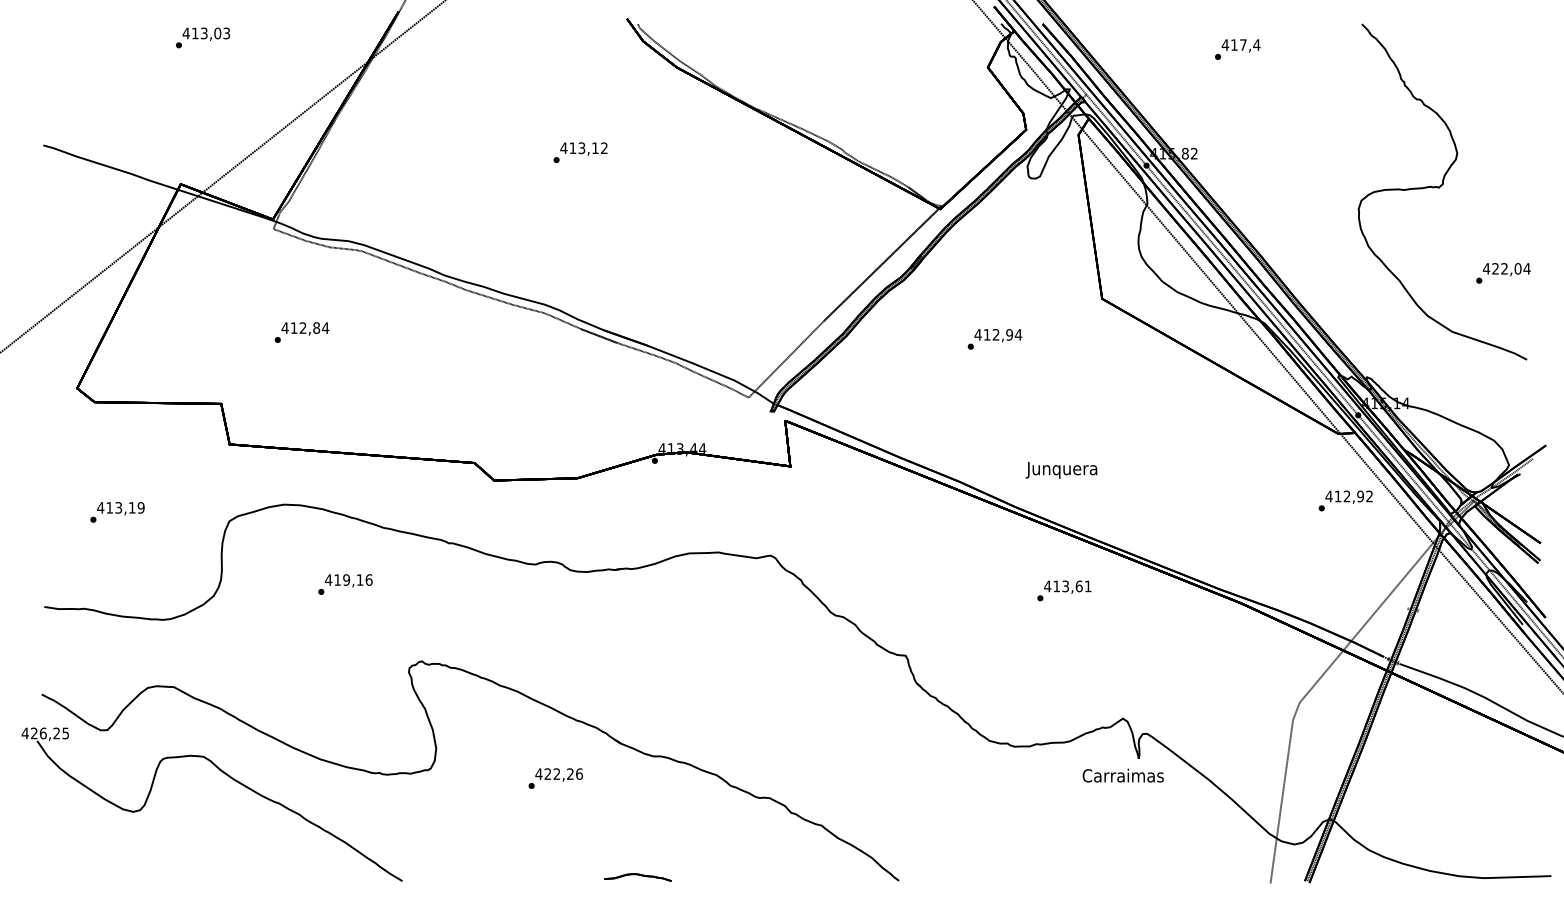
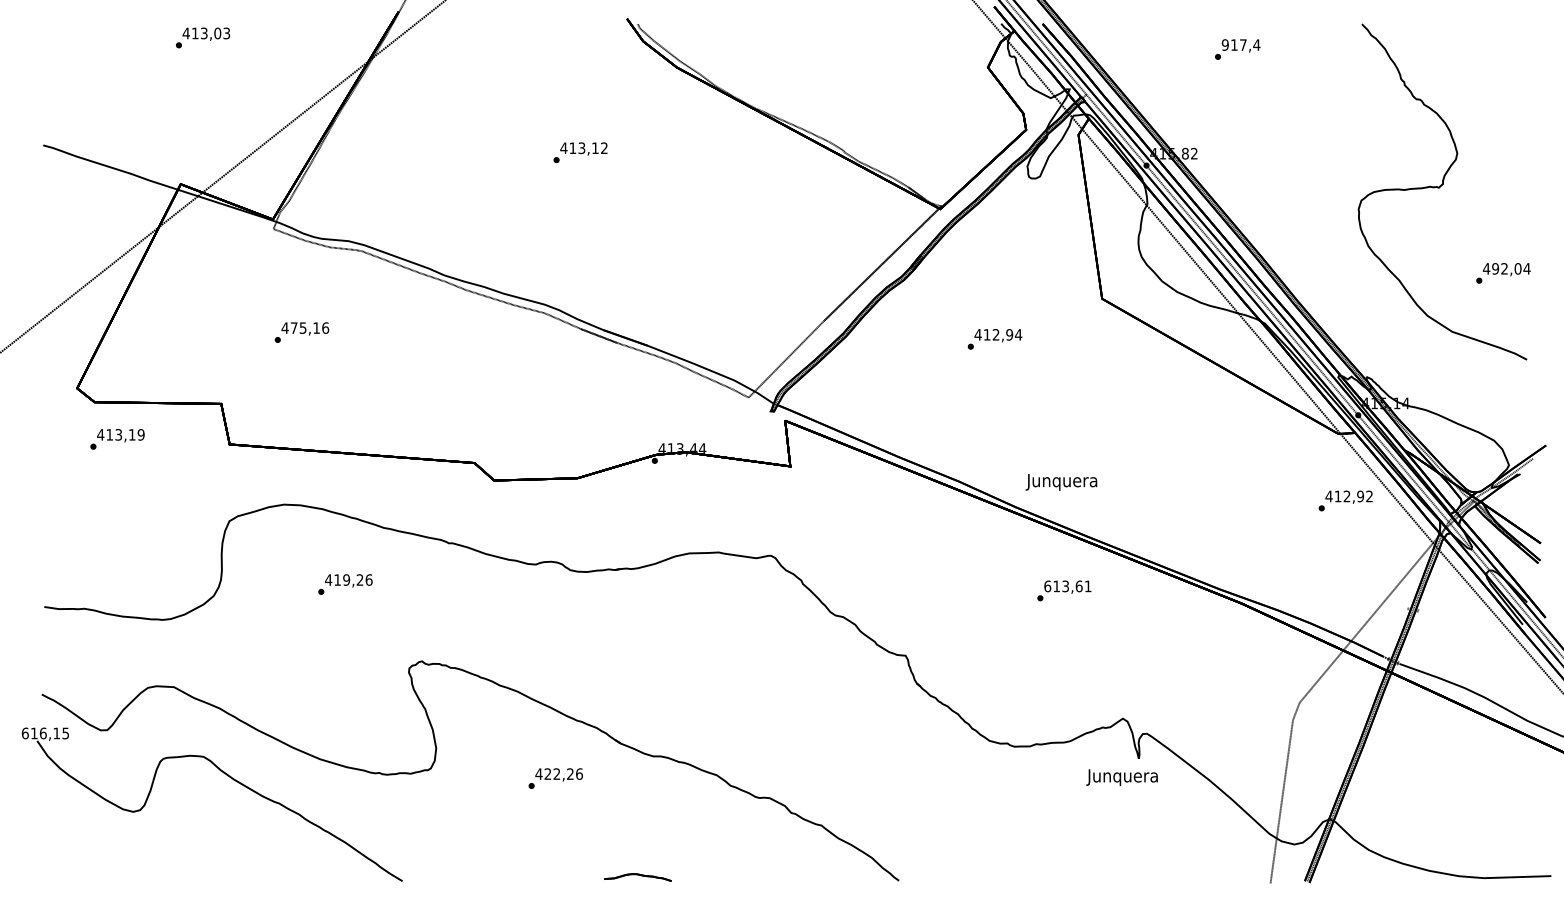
text at (1225, 44): 417,4 -> 917,4
text at (1495, 268): 422,04 -> 492,04
text at (310, 327): 412,84 -> 475,16
text at (1061, 470) position: (1061, 470) -> (1061, 482)
text at (117, 512) position: (117, 512) -> (117, 439)
text at (359, 579): 419,16 -> 419,26
text at (1047, 586): 413,61 -> 613,61
text at (40, 733): 426,25 -> 616,15
text at (1122, 777): Carraimas -> Junquera
